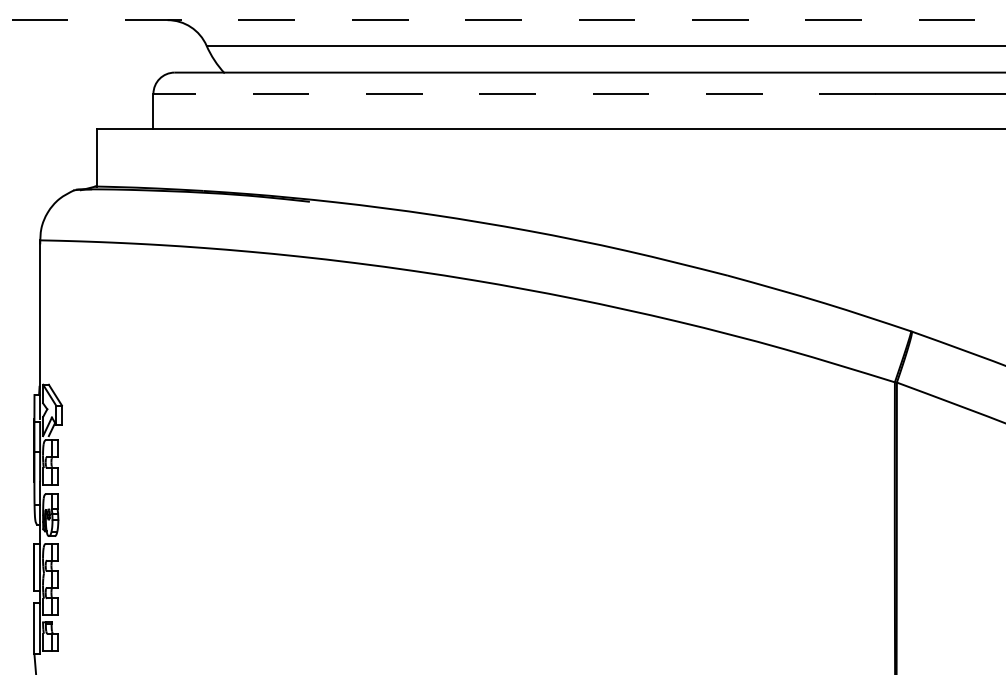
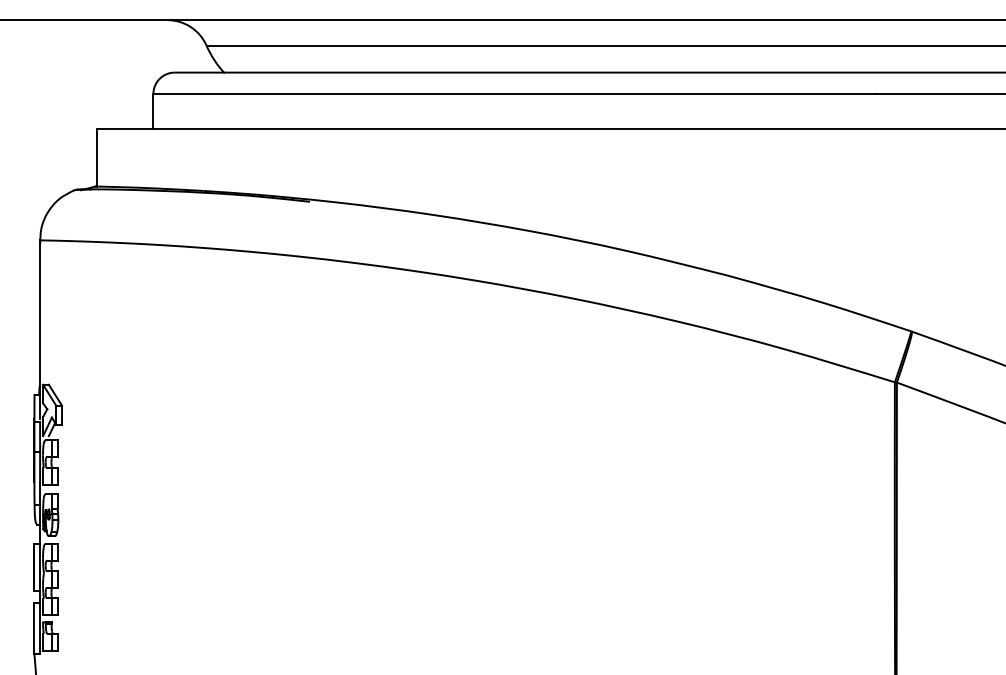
line at (503, 20): dashed -> solid
line at (514, 93): dashed -> solid
